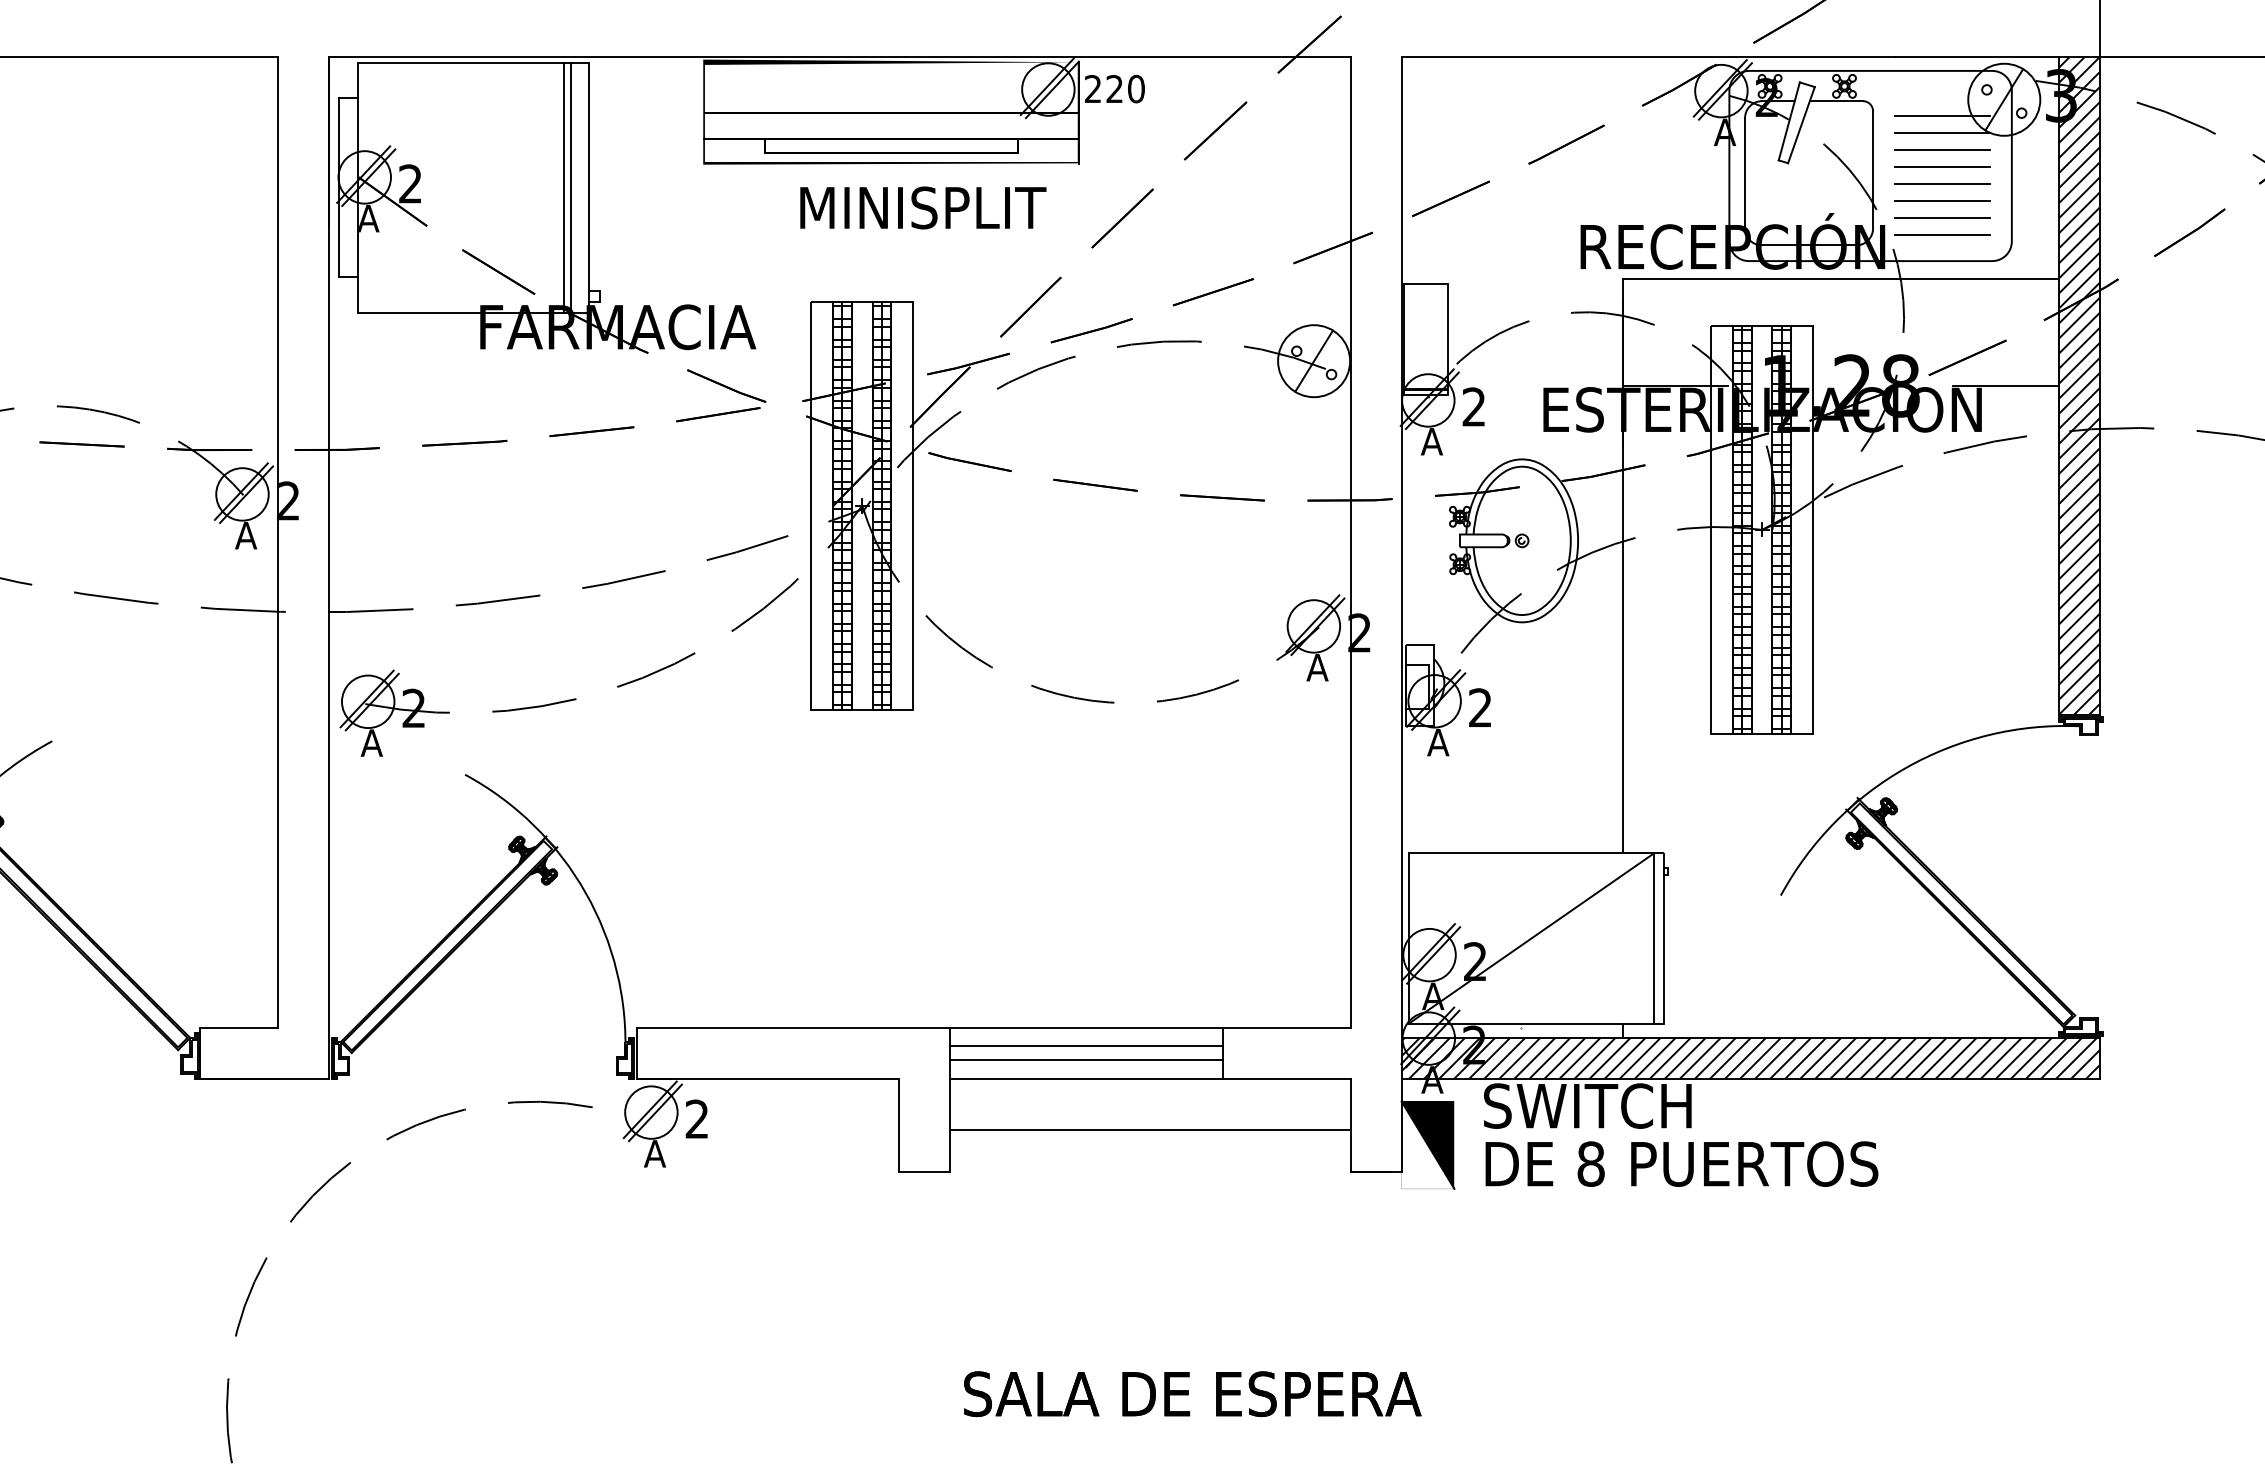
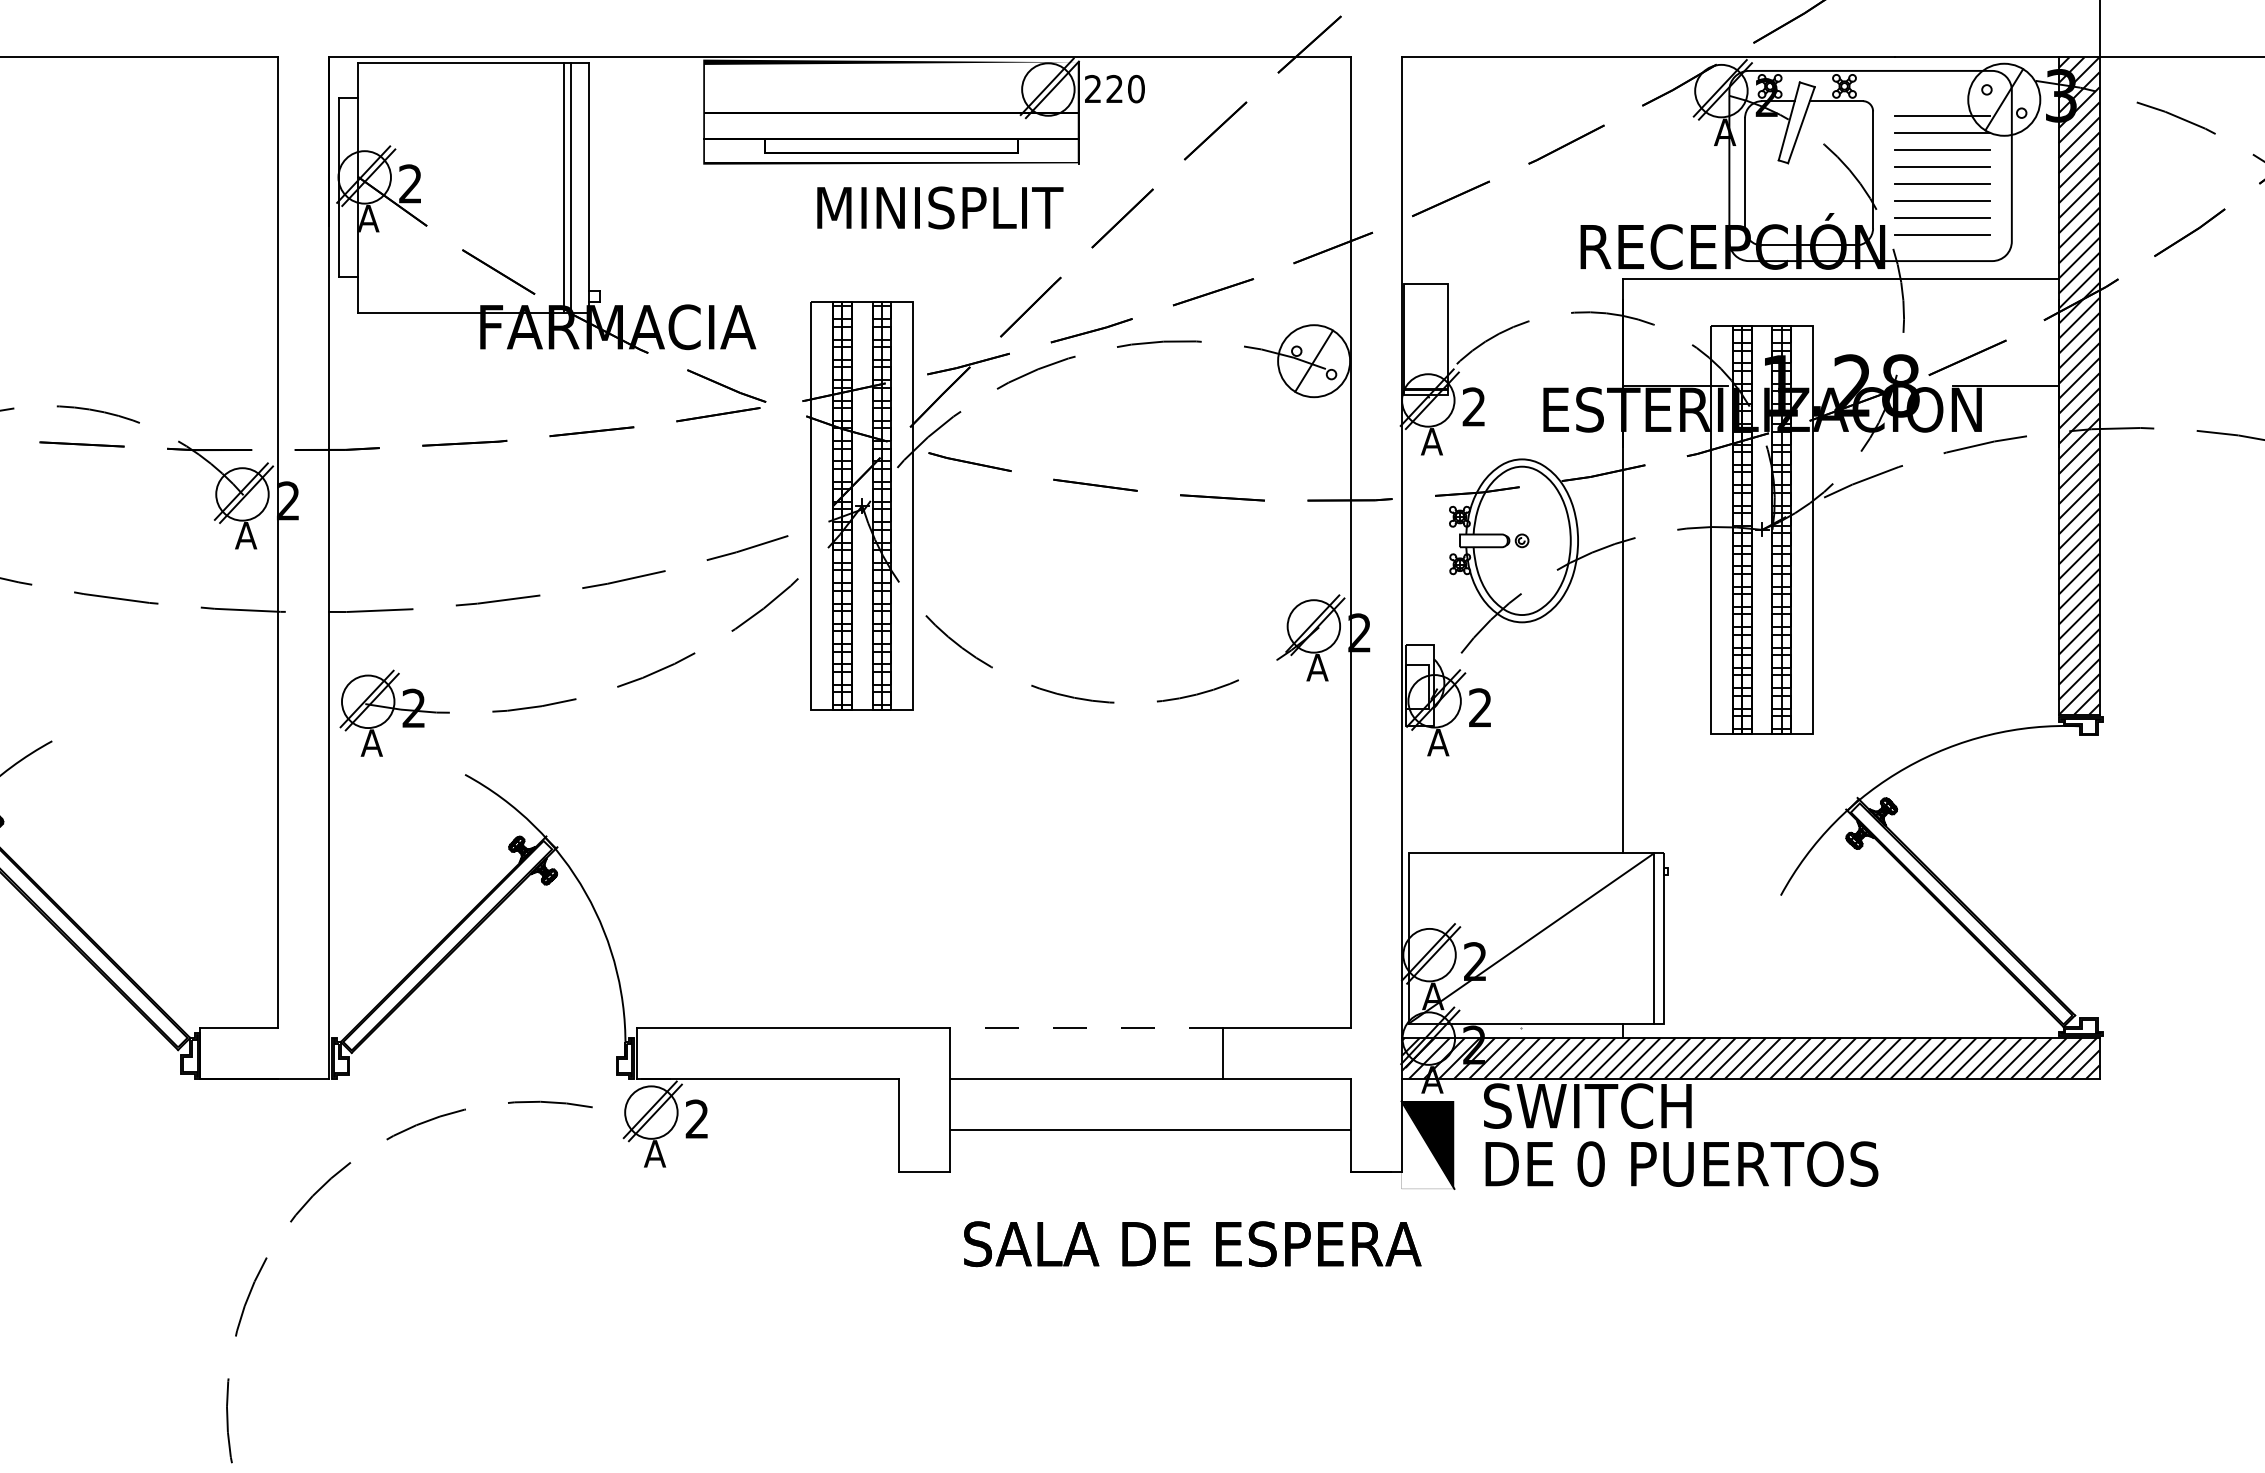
text at (923, 207) position: (923, 207) -> (940, 207)
line at (1086, 1027): solid -> dashed
line at (1086, 1046): present -> none
line at (1086, 1060): present -> none
text at (1590, 1163): 8 -> 0
text at (1192, 1394) position: (1192, 1394) -> (1192, 1244)
